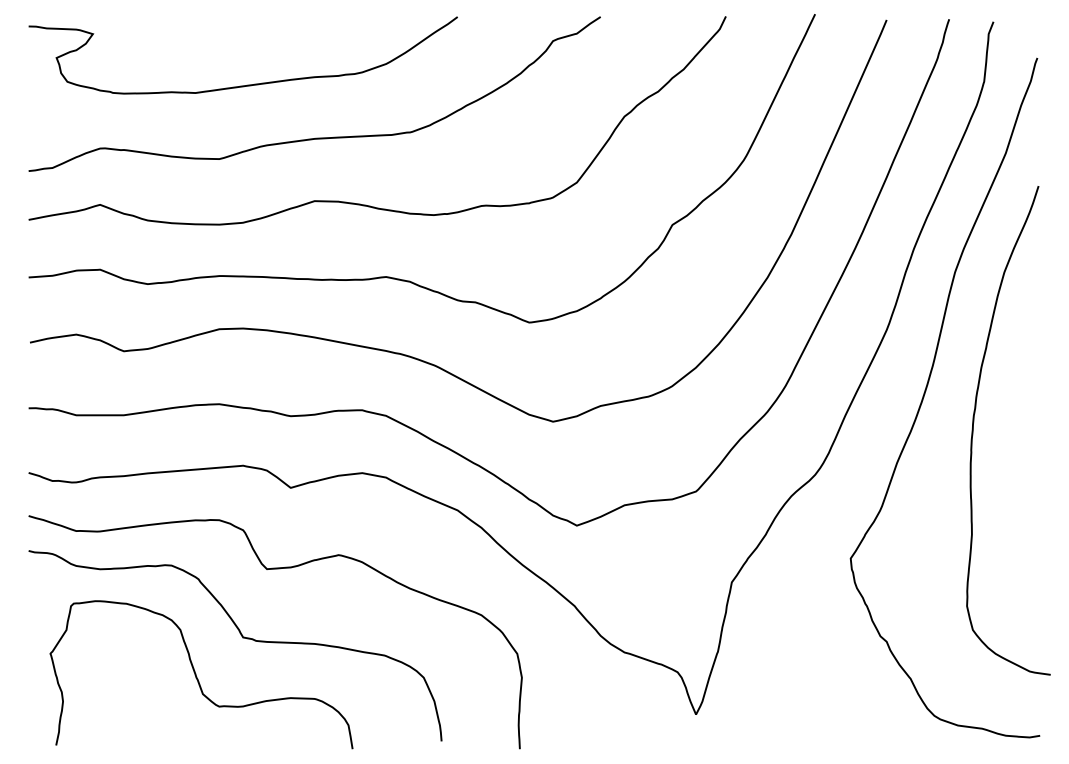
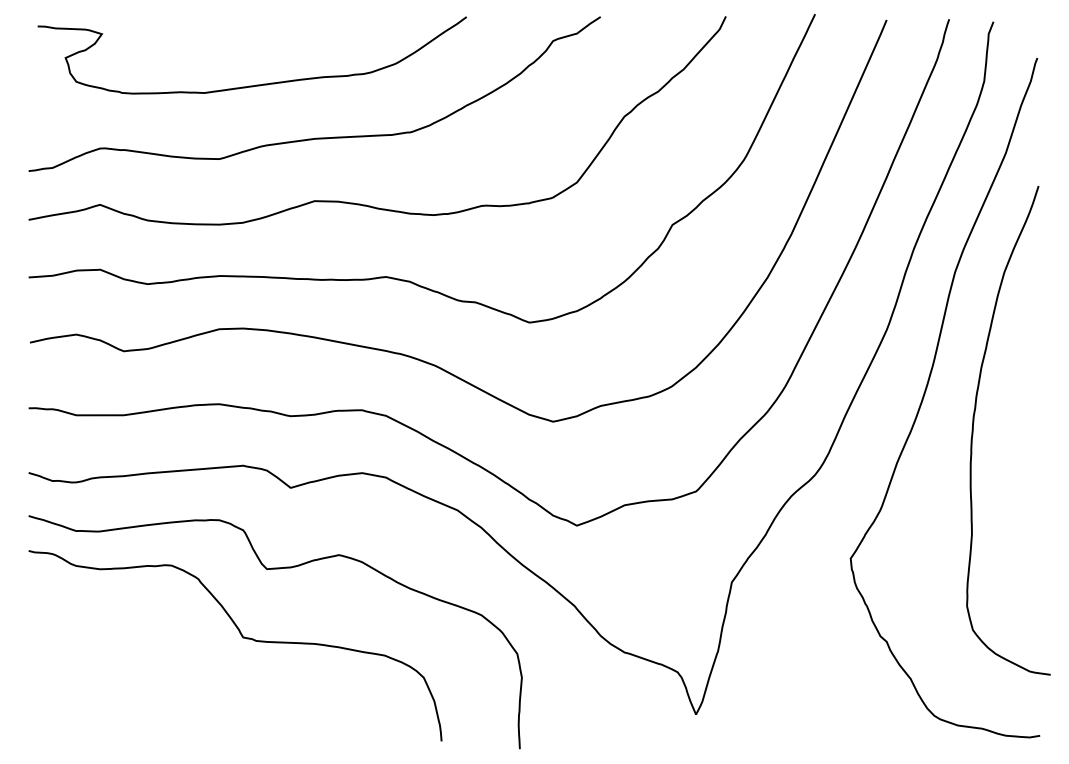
curve at (247, 84) position: (247, 84) -> (256, 84)
curve at (197, 676): present -> none
